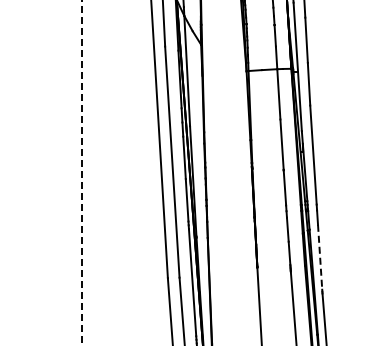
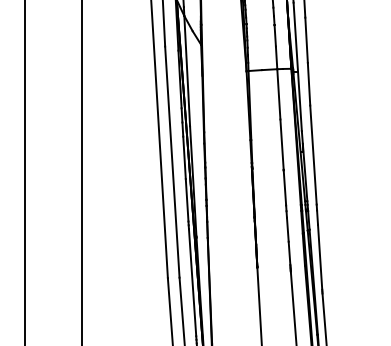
line at (25, 172): none -> present
line at (81, 172): dashed -> solid
line at (320, 257): dashed -> solid
